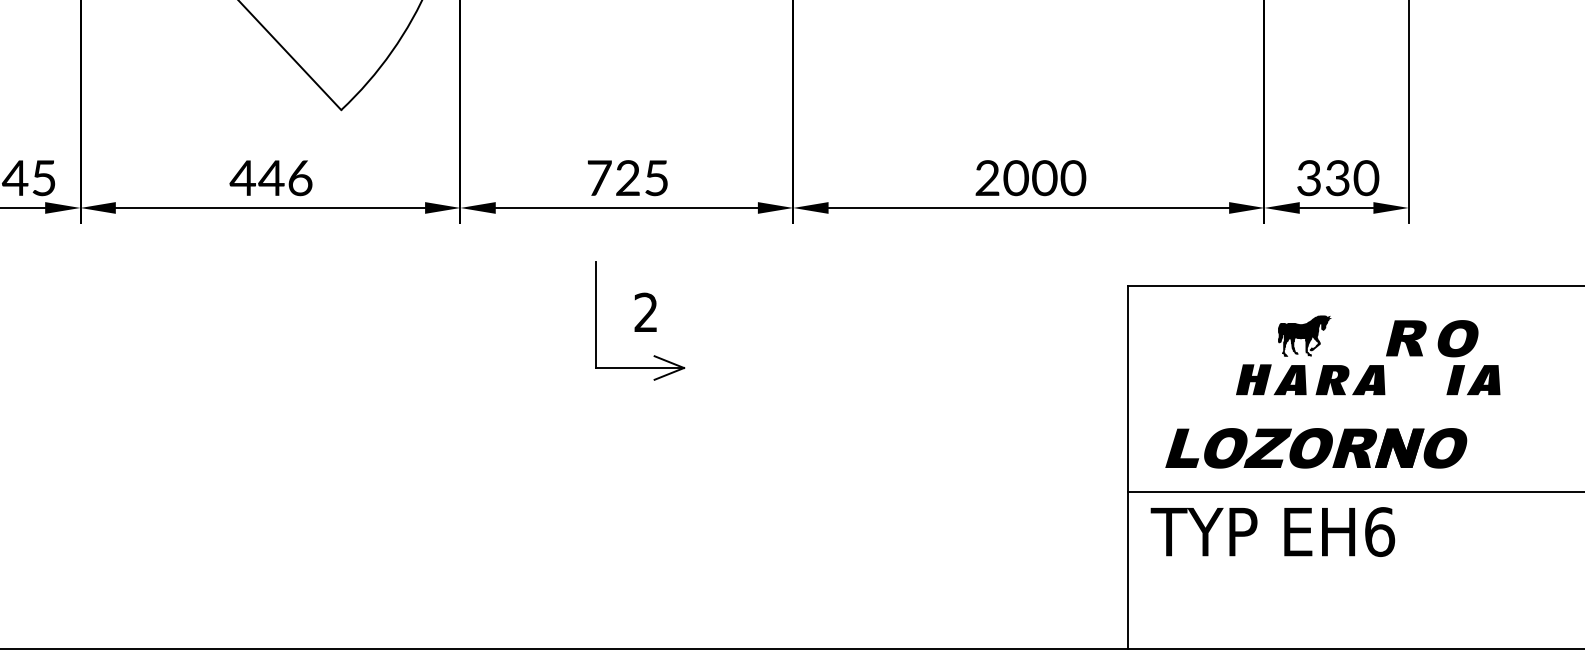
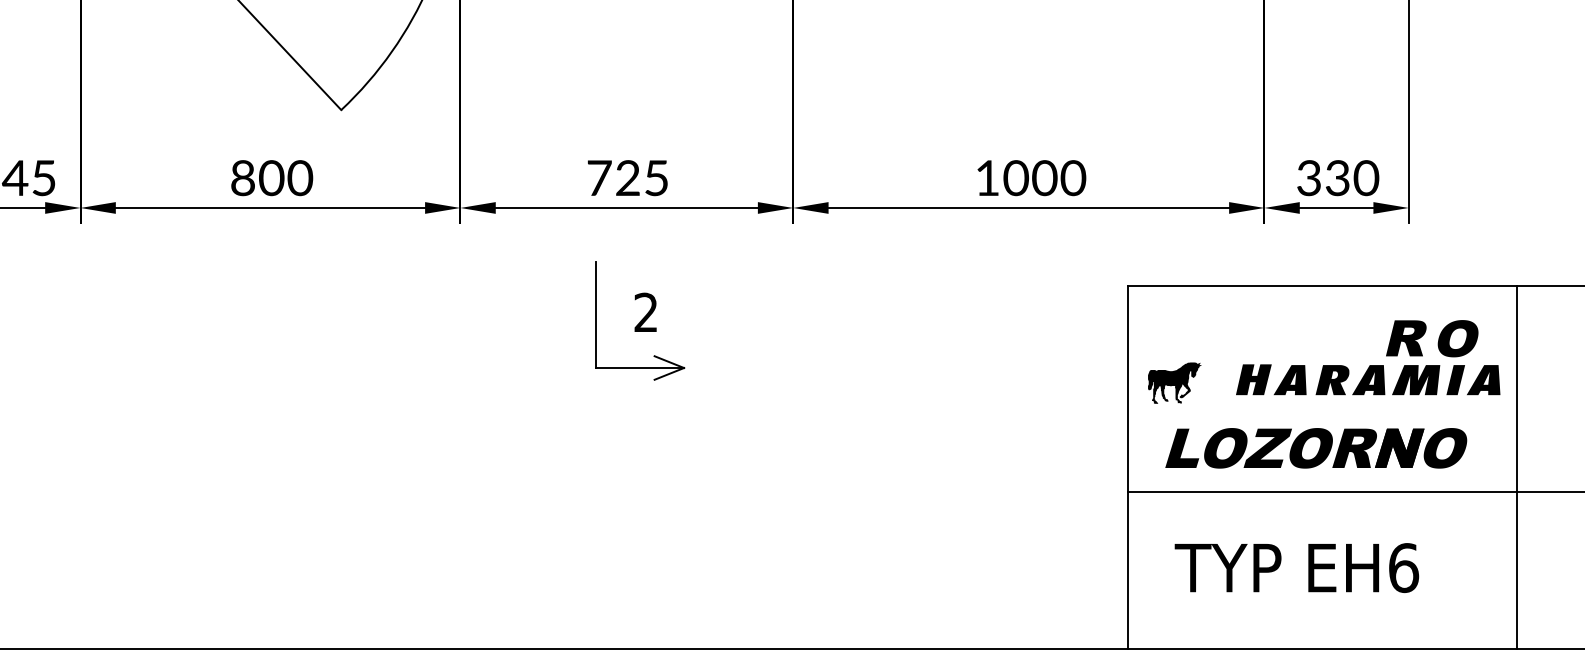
text at (987, 177): 2000 -> 1000
text at (271, 178): 446 -> 800
part at (1304, 335) position: (1304, 335) -> (1174, 382)
fill at (1415, 380): none -> present
line at (1516, 466): none -> present
text at (1272, 531) position: (1272, 531) -> (1296, 567)
